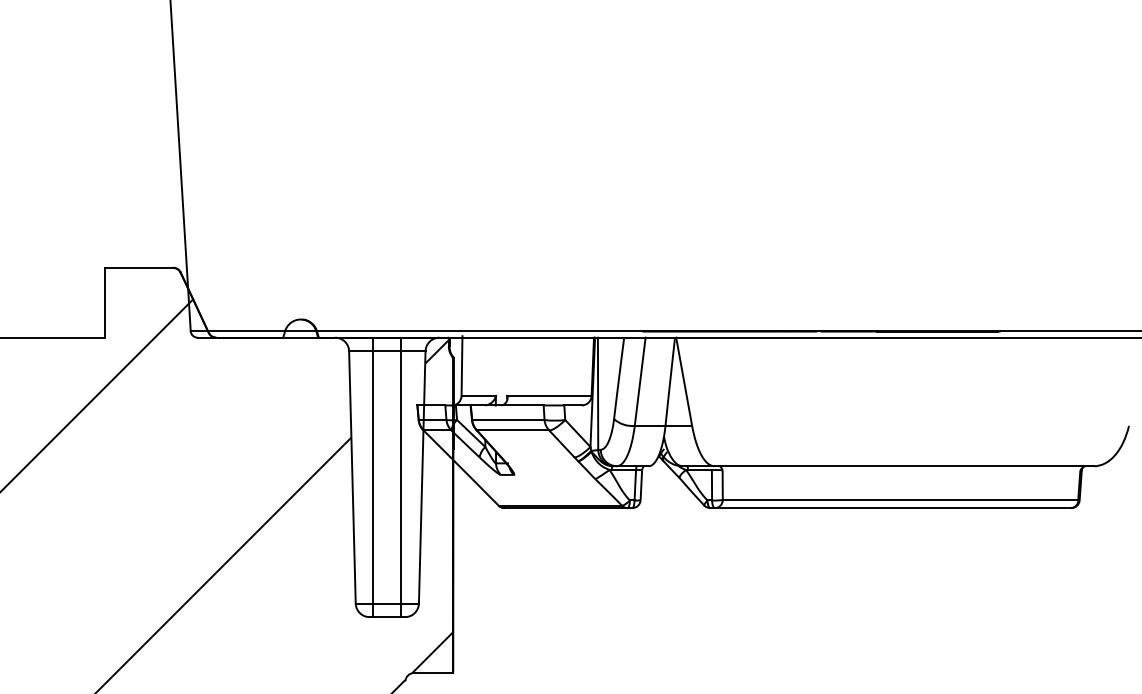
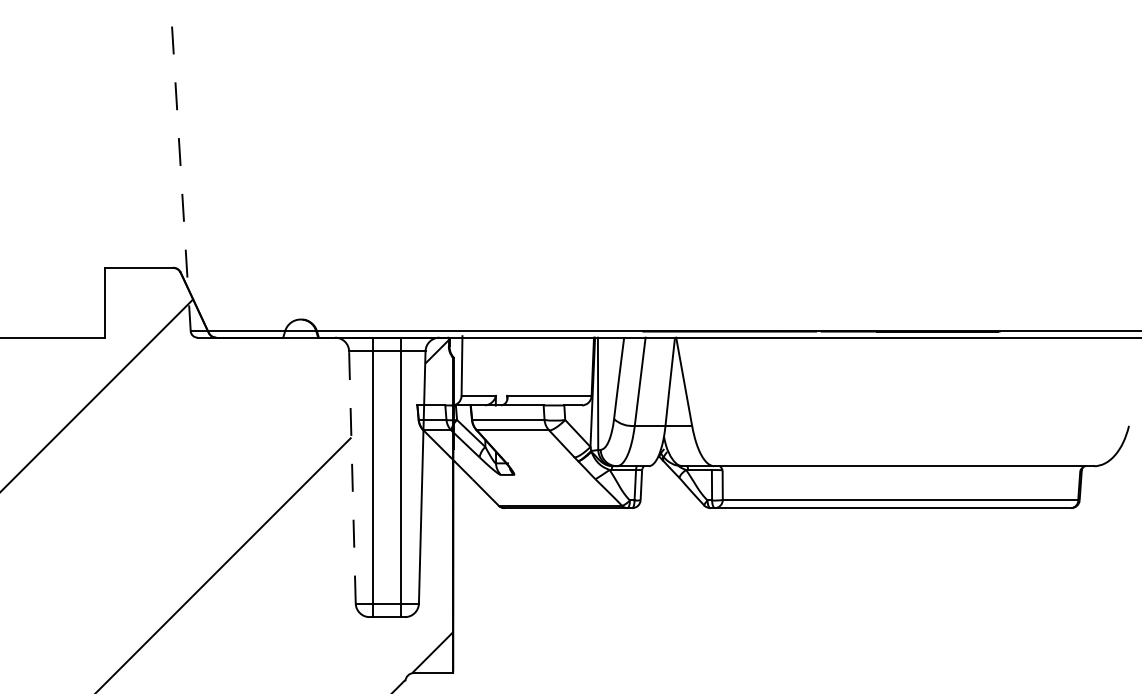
line at (180, 166): solid -> dashed
line at (352, 476): solid -> dashed
